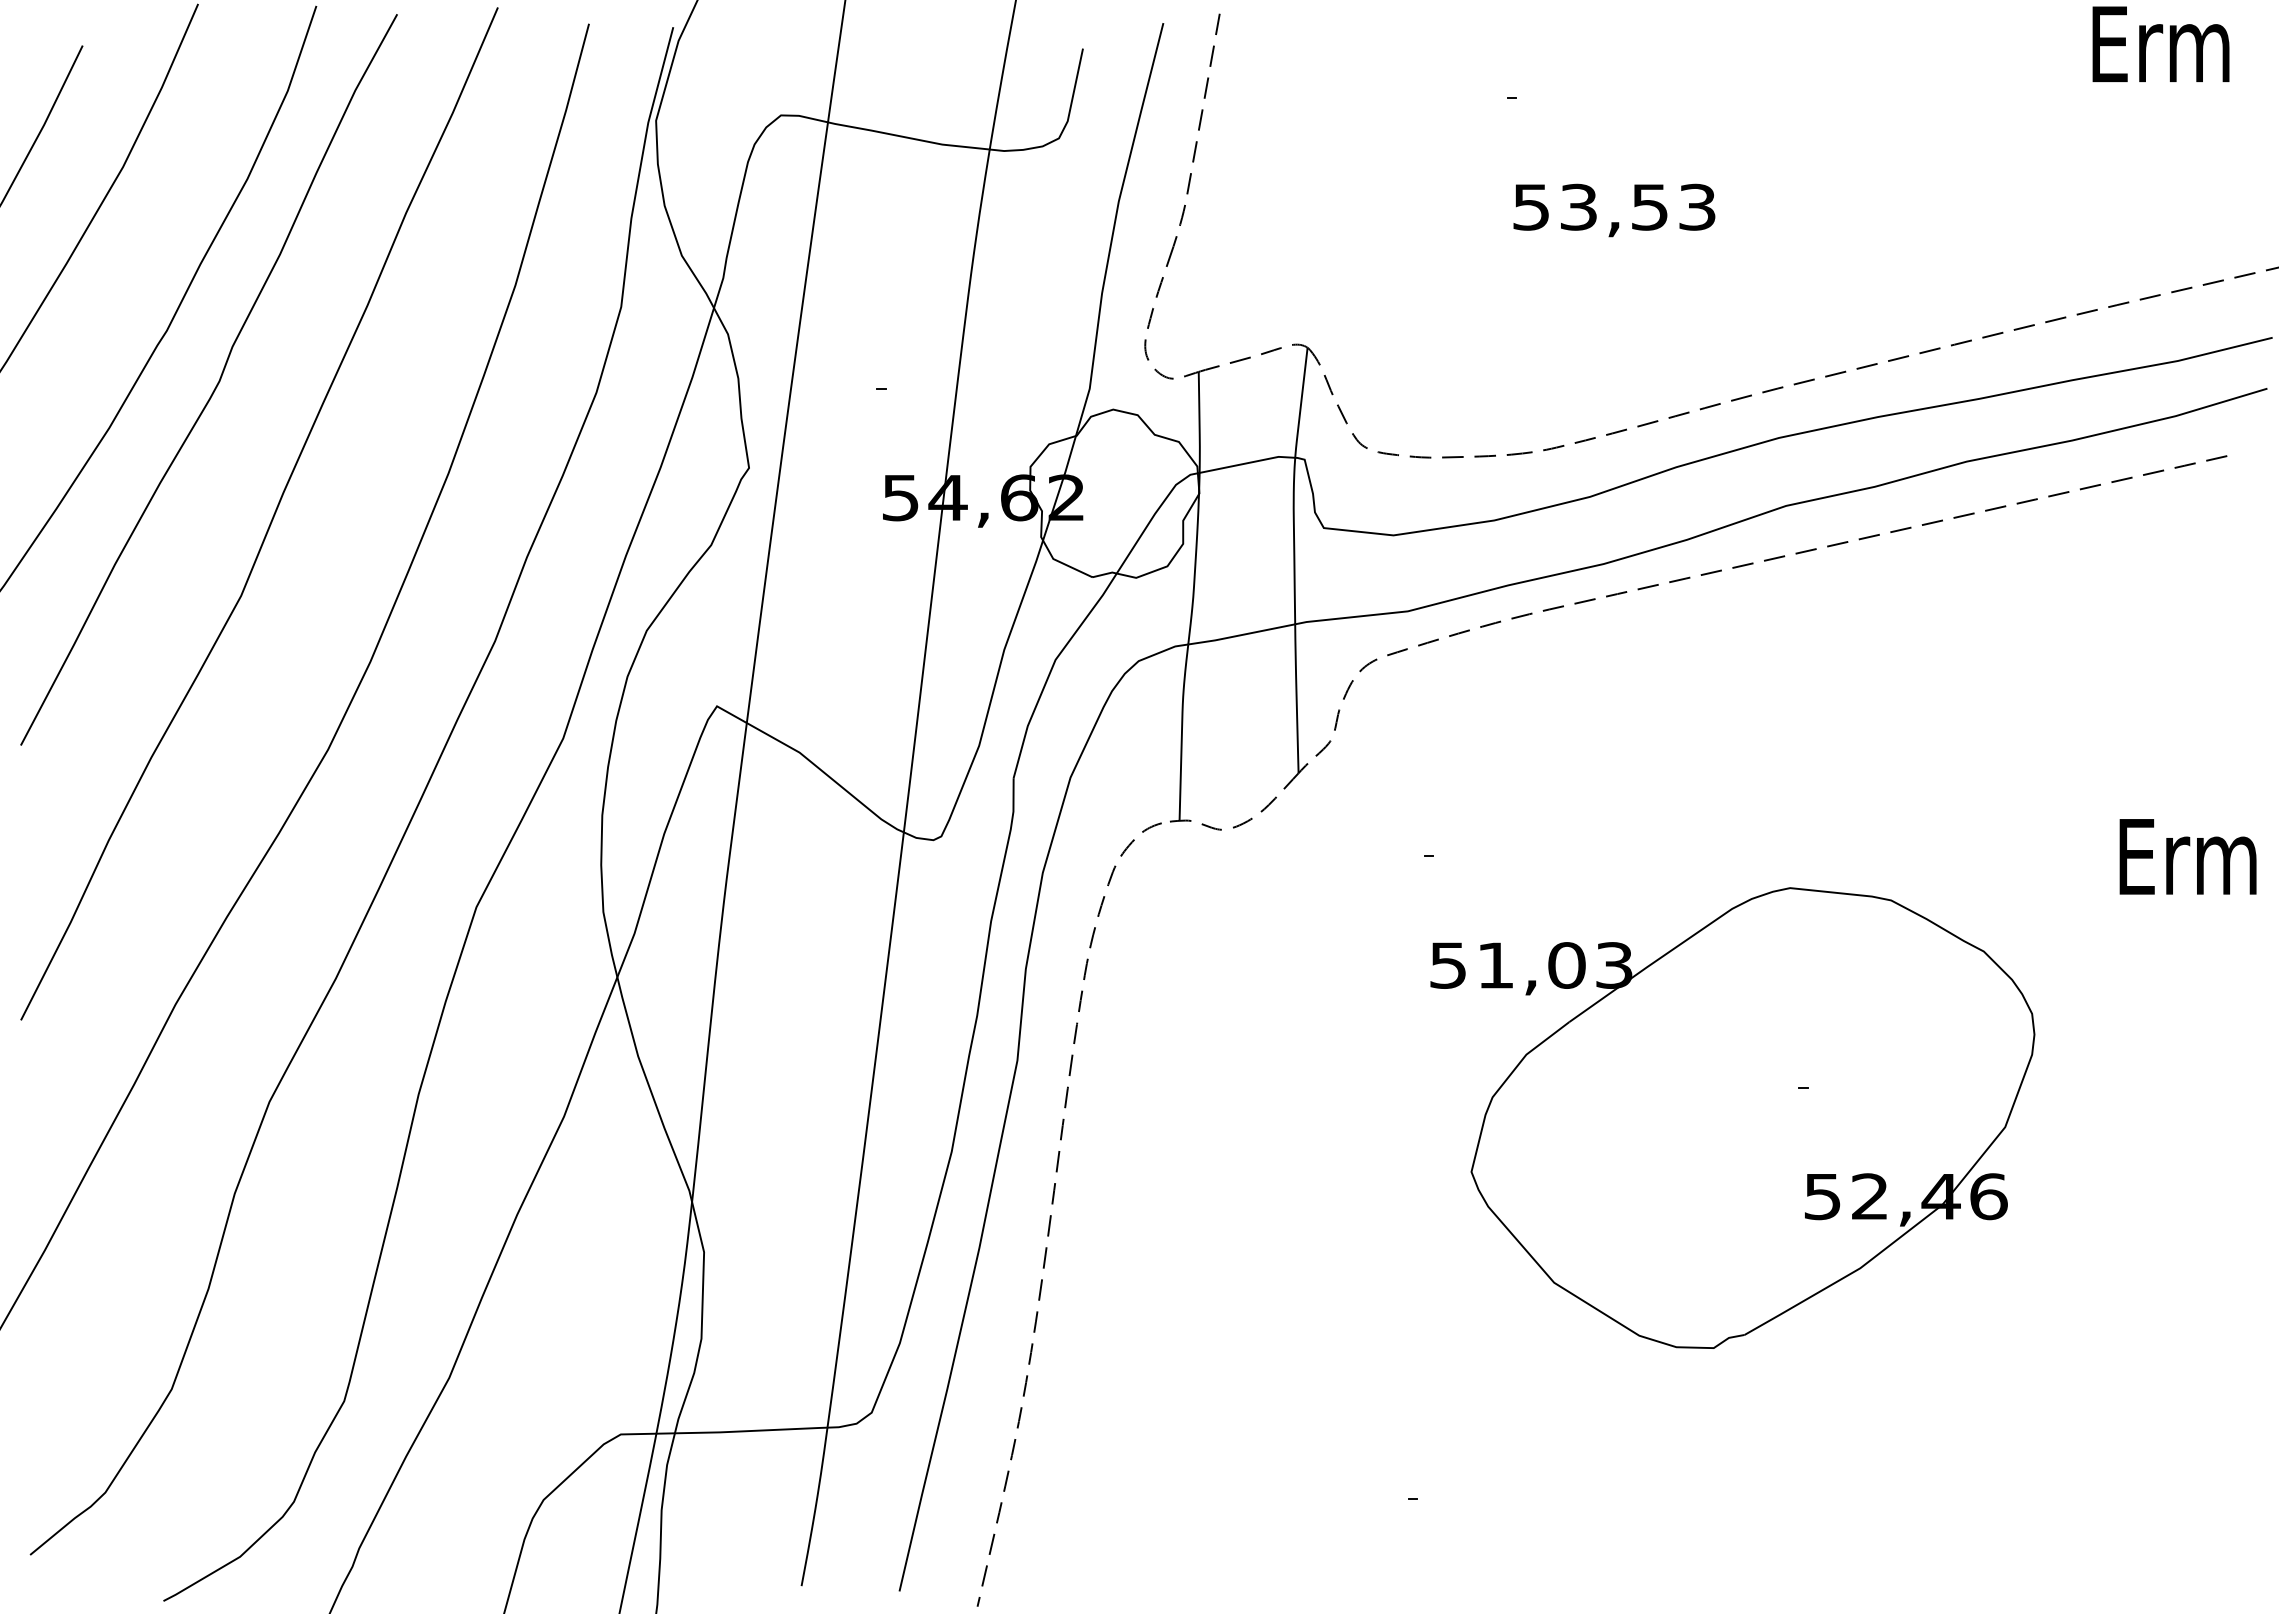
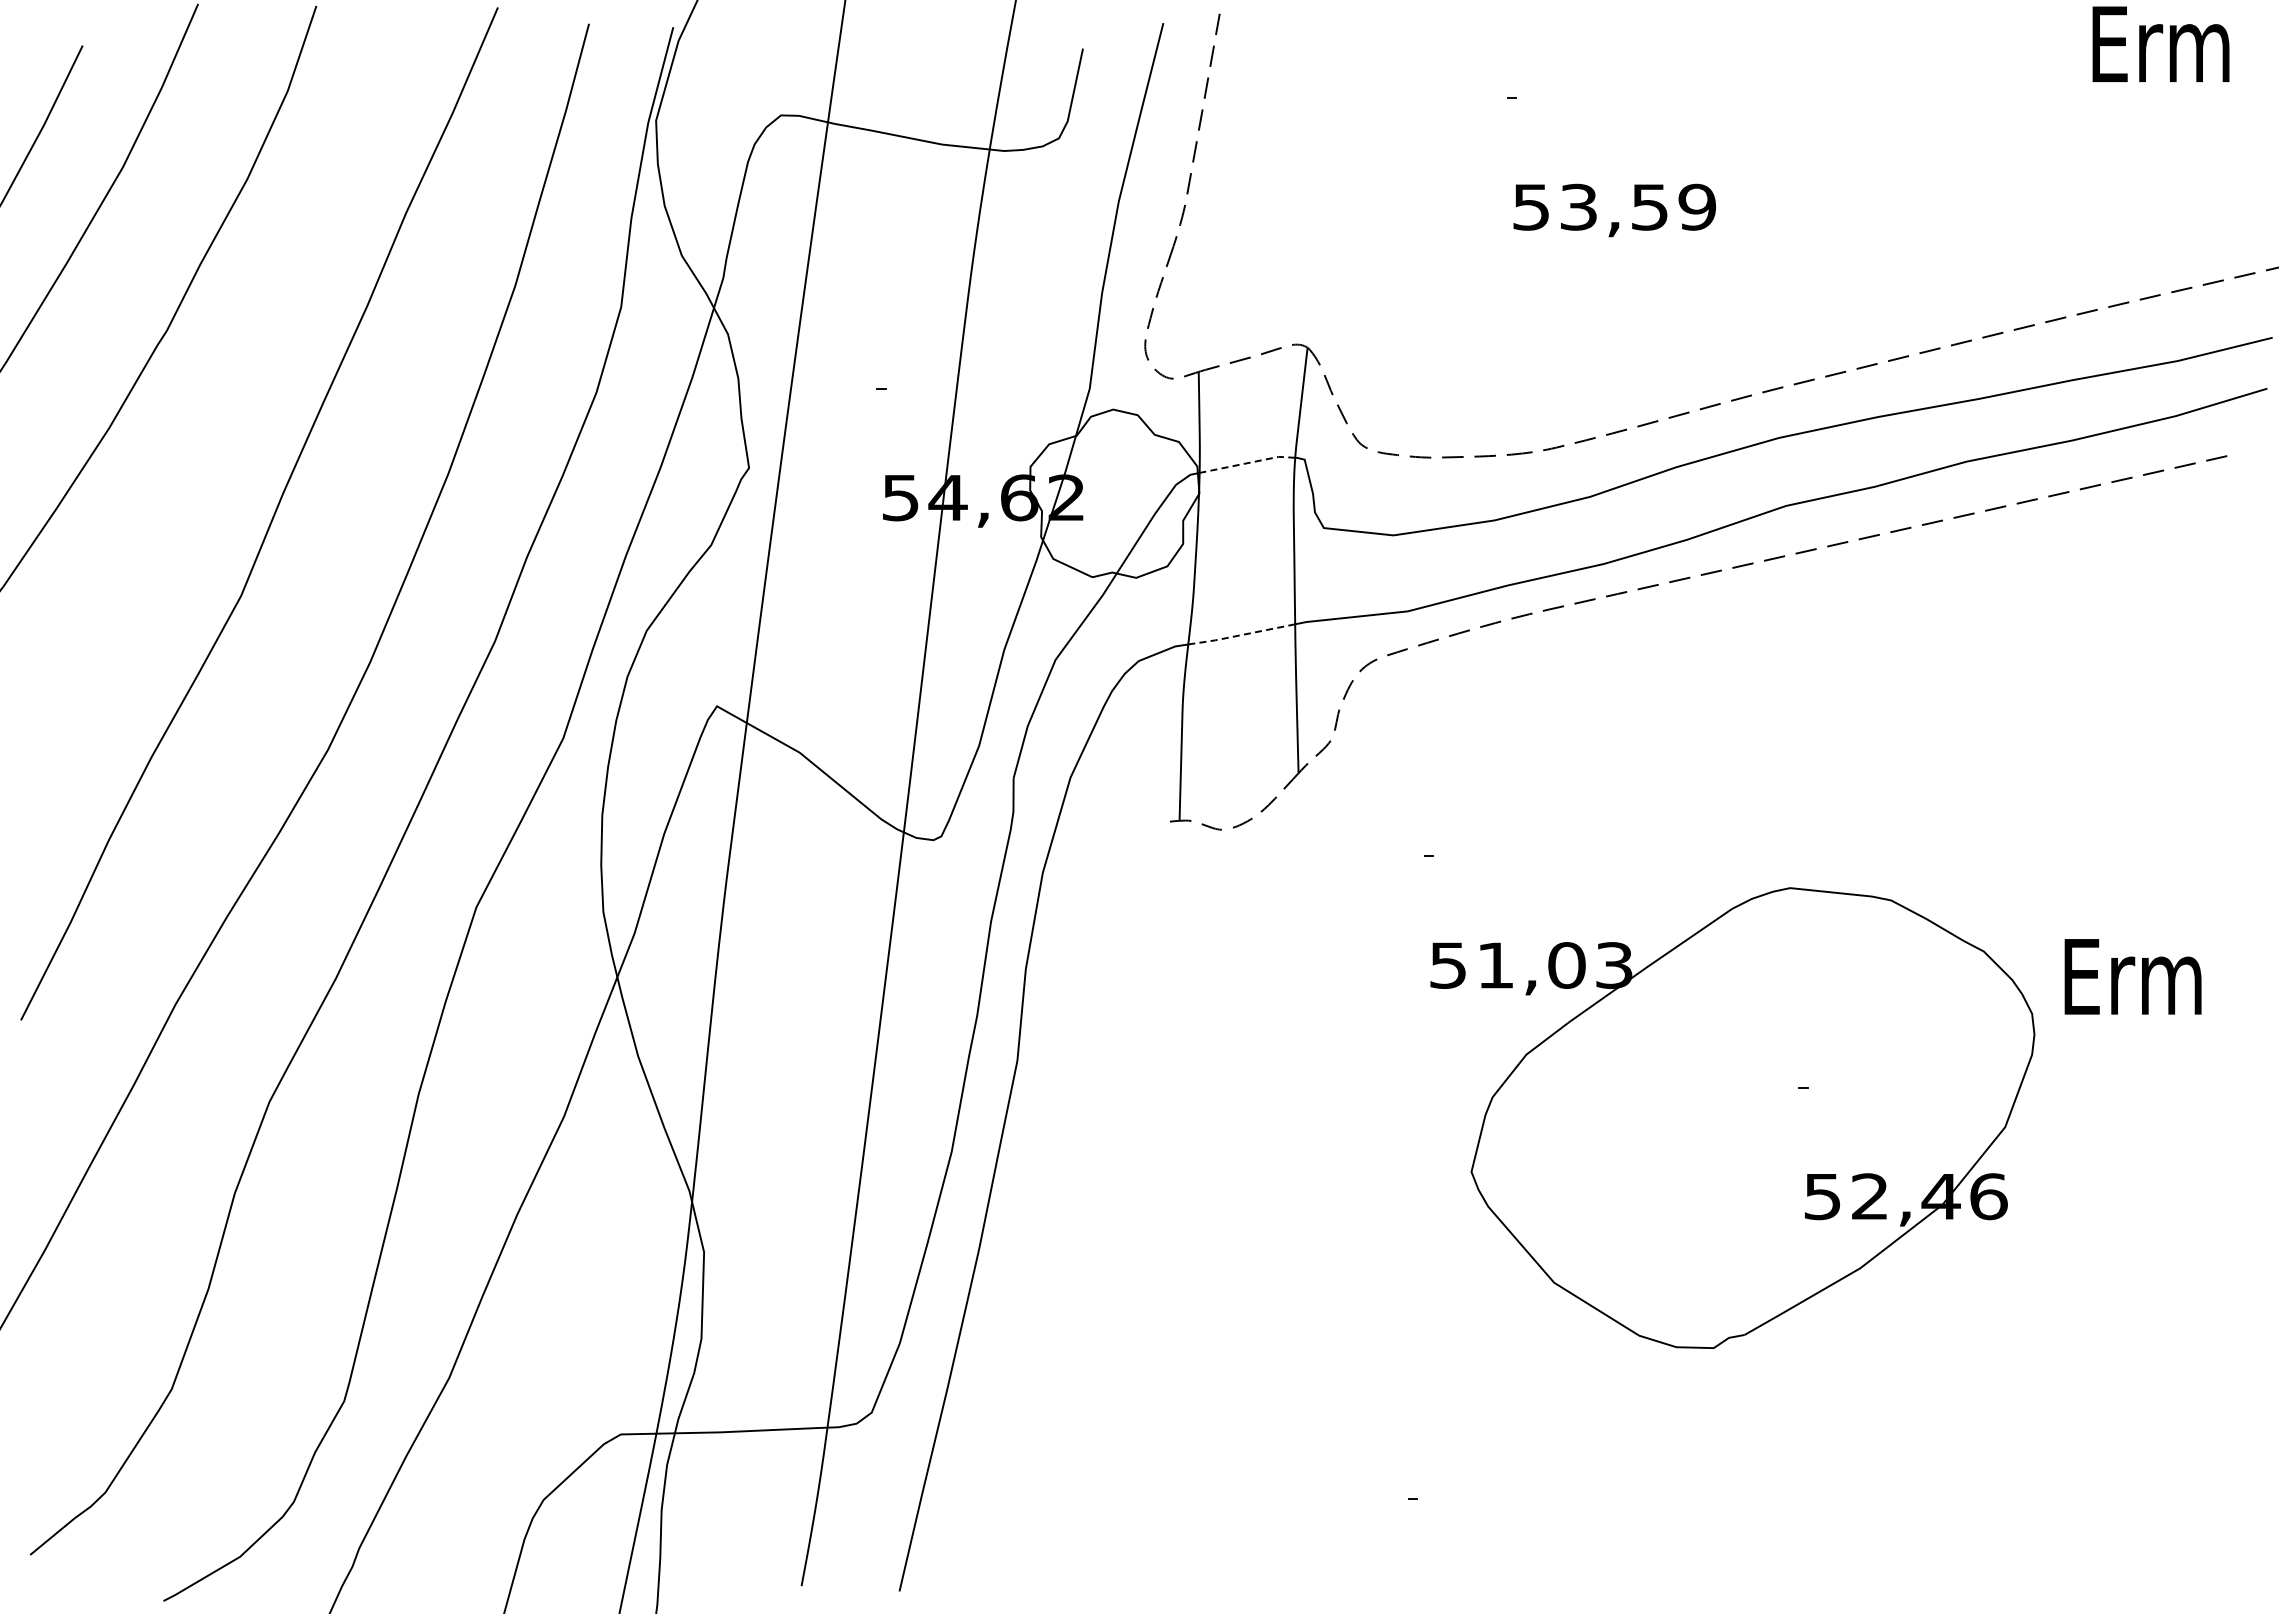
text at (1696, 206): 53,53 -> 53,59
curve at (216, 384): present -> none
line at (1247, 463): solid -> dashed
line at (1240, 635): solid -> dashed
text at (2187, 856) position: (2187, 856) -> (2132, 976)
curve at (1051, 1215): present -> none
